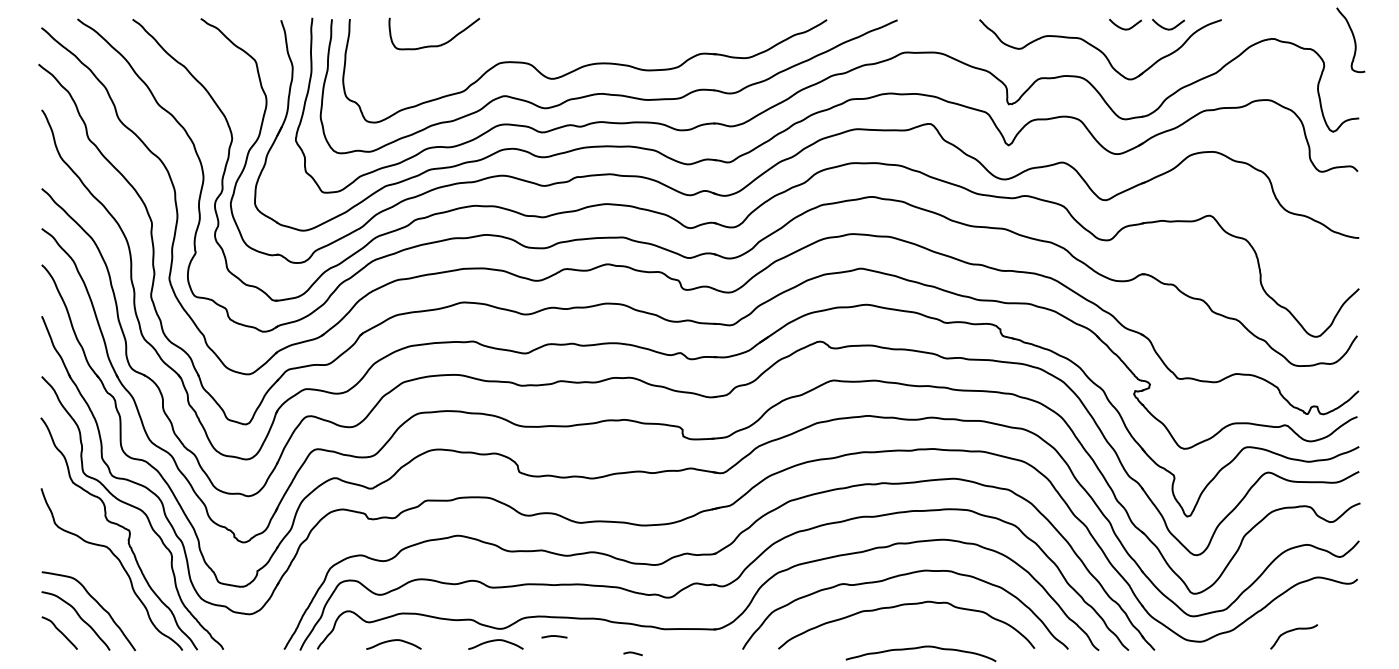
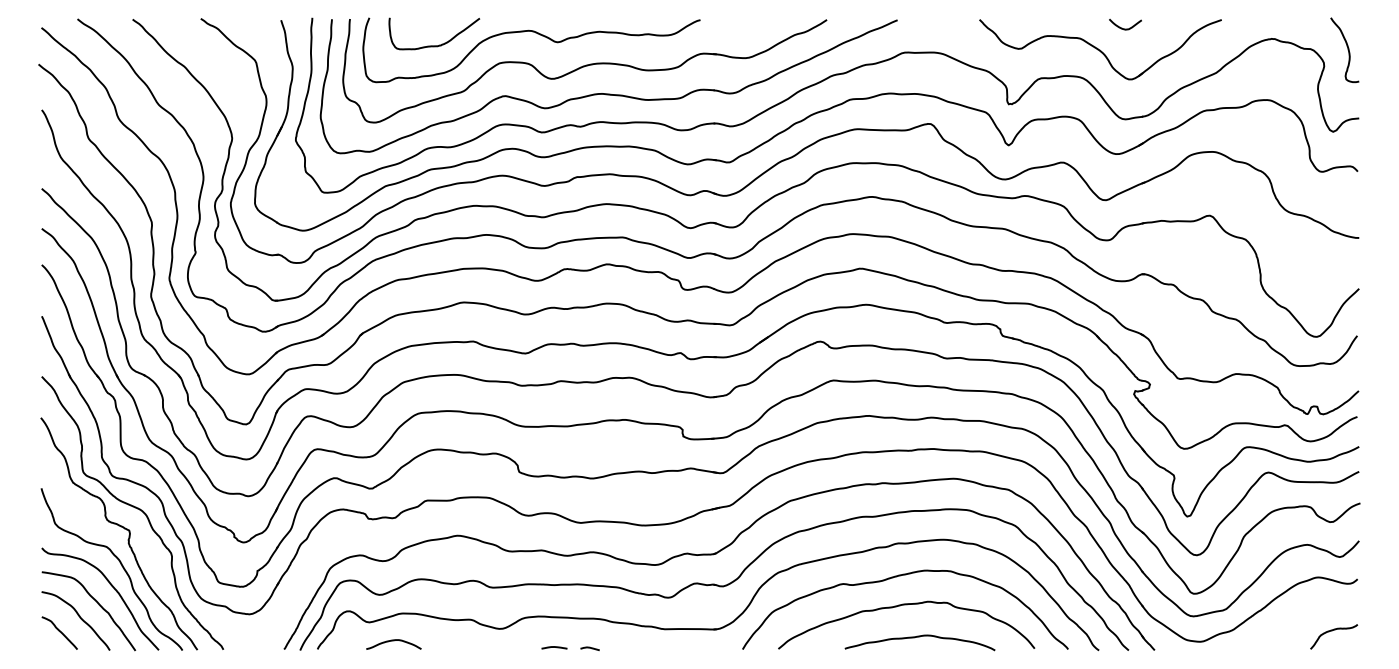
curve at (1168, 28): present -> none
curve at (537, 34): none -> present
curve at (1353, 40) position: (1353, 40) -> (1347, 50)
curve at (111, 586): none -> present
curve at (1292, 631) position: (1292, 631) -> (1332, 631)
line at (554, 636) position: (554, 636) -> (554, 647)
curve at (495, 641): present -> none
curve at (920, 648) position: (920, 648) -> (919, 637)
curve at (632, 653) position: (632, 653) -> (589, 648)
